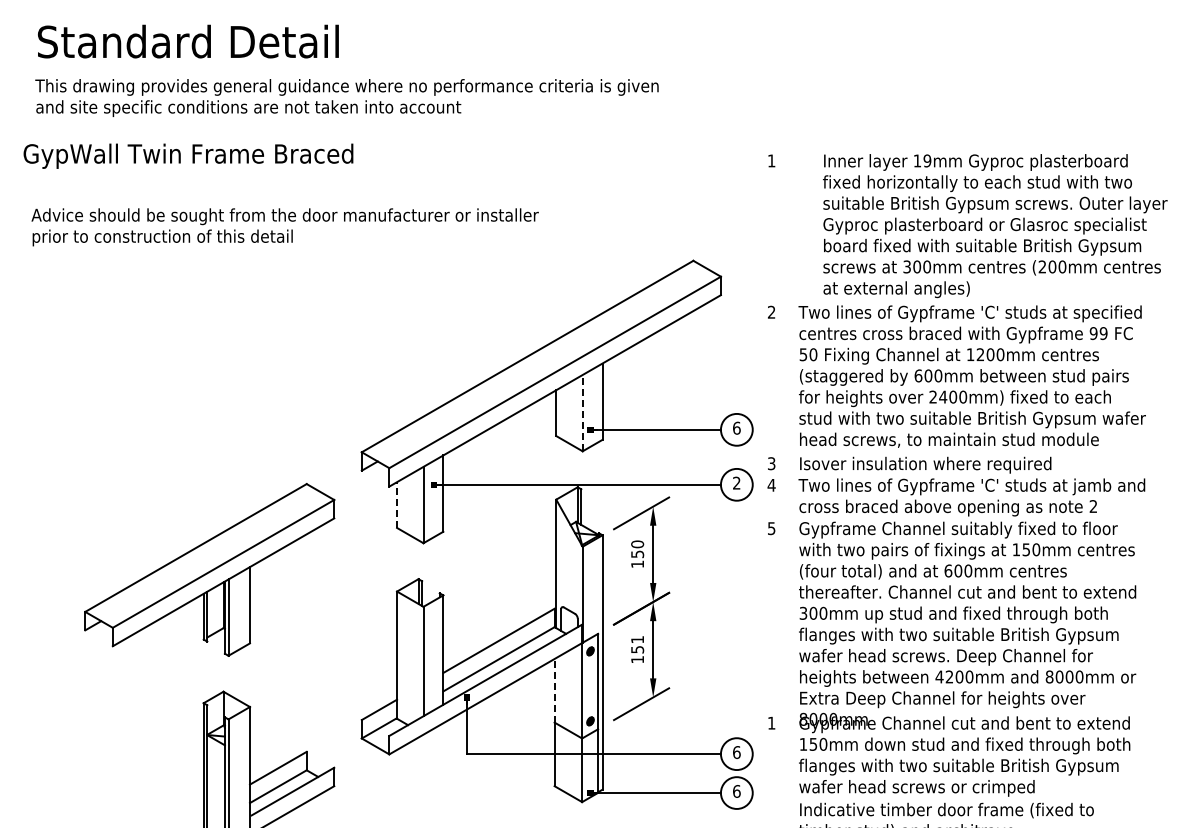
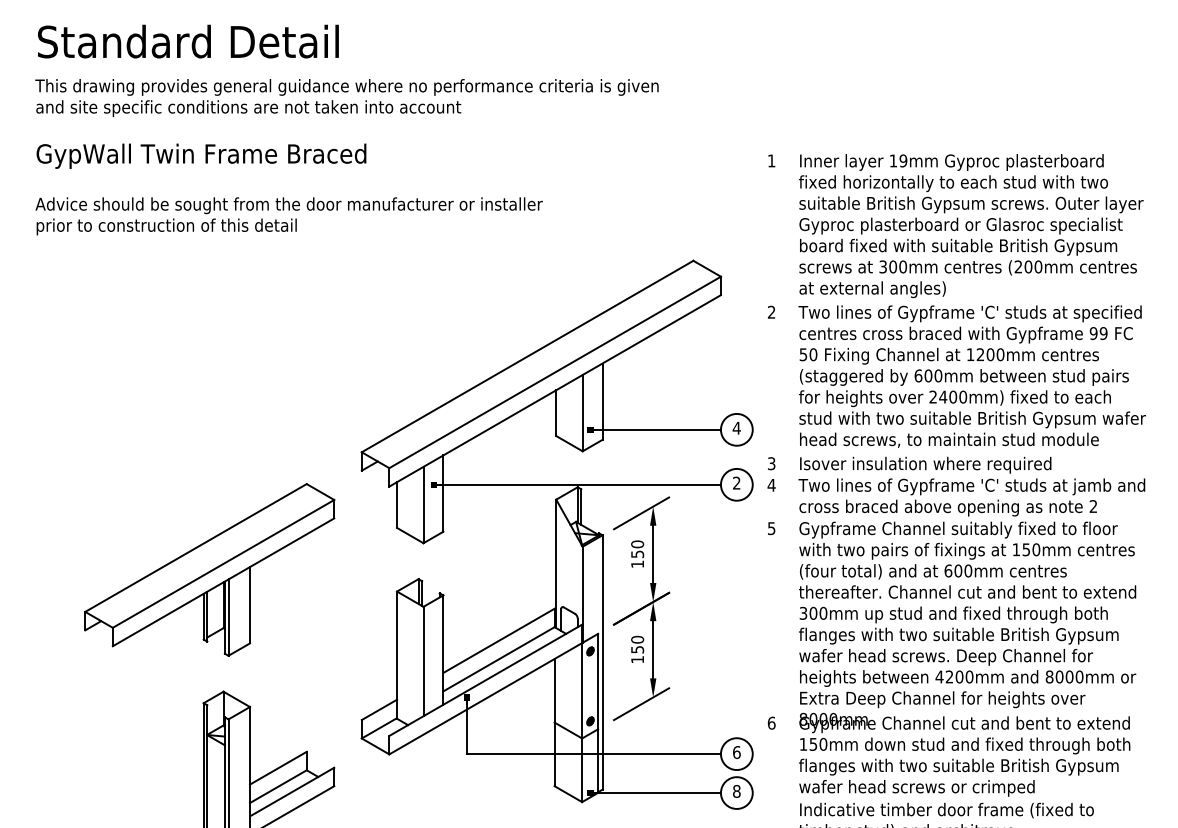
text at (188, 155) position: (188, 155) -> (201, 155)
text at (995, 226) position: (995, 226) -> (971, 226)
text at (284, 227) position: (284, 227) -> (288, 216)
line at (582, 412): dashed -> solid
text at (736, 427): 6 -> 4
line at (397, 505): dashed -> solid
text at (637, 639): 151 -> 150
line at (554, 690): dashed -> solid
text at (771, 722): 1 -> 6
text at (736, 791): 6 -> 8
